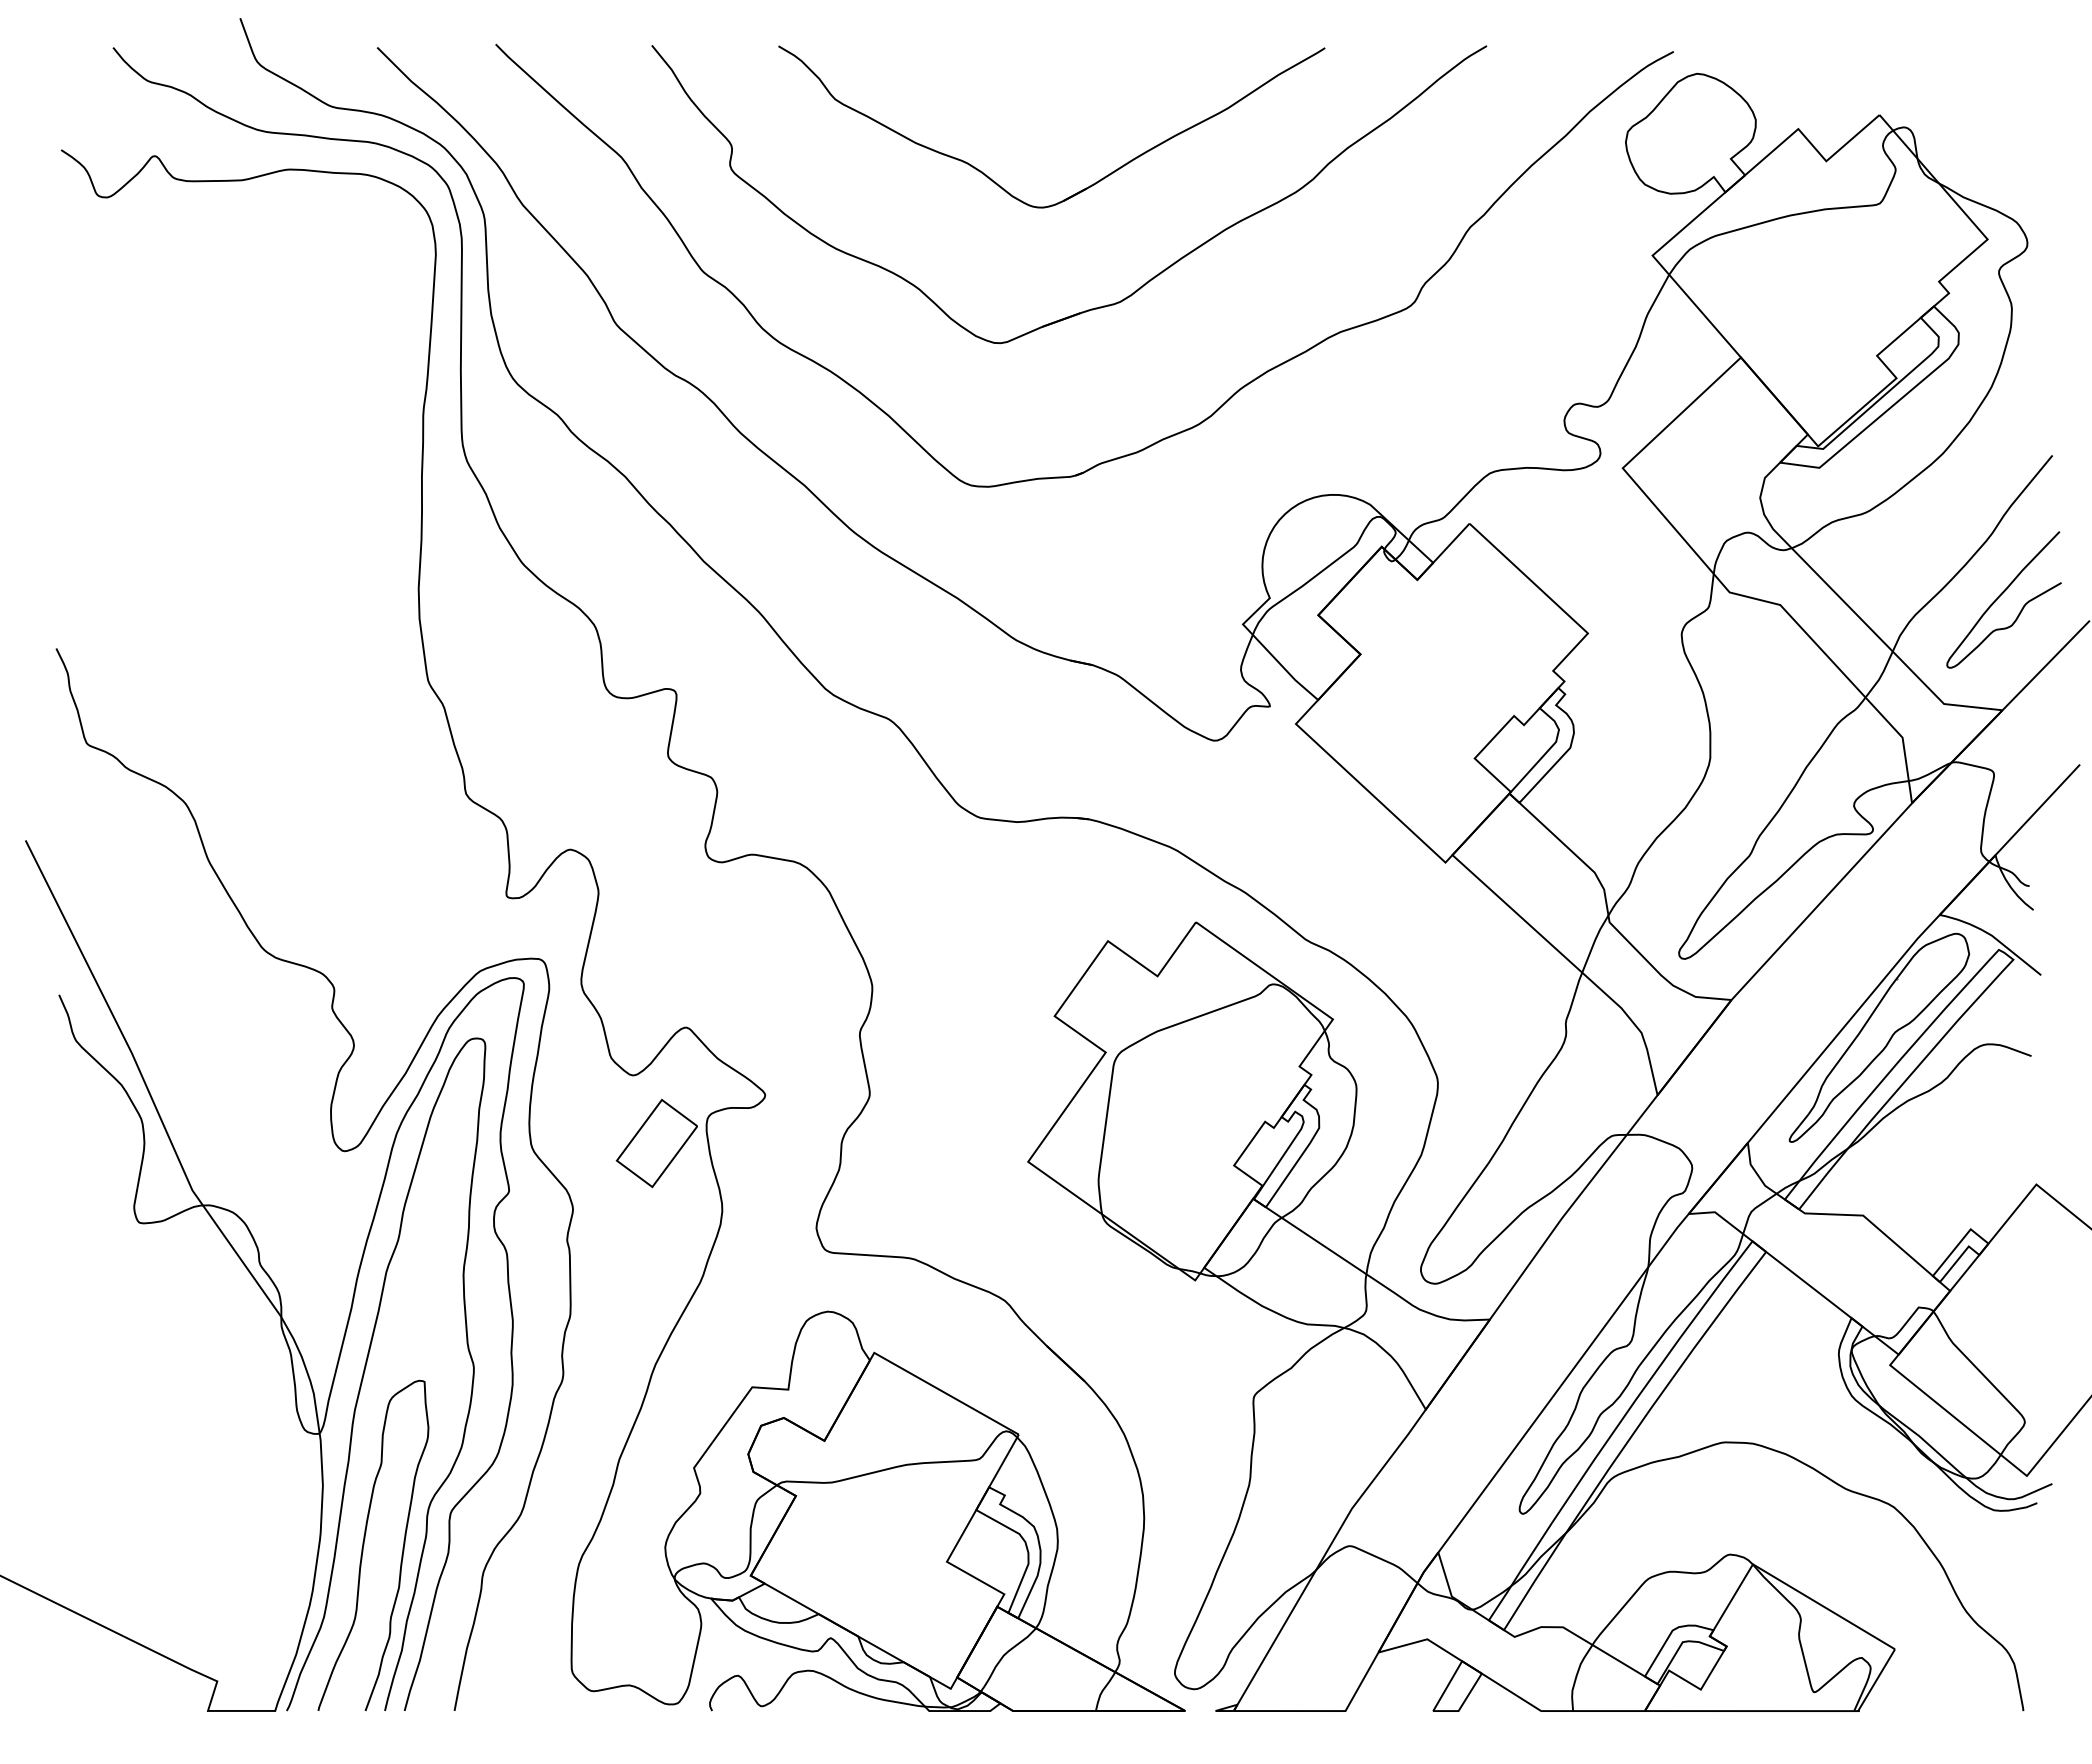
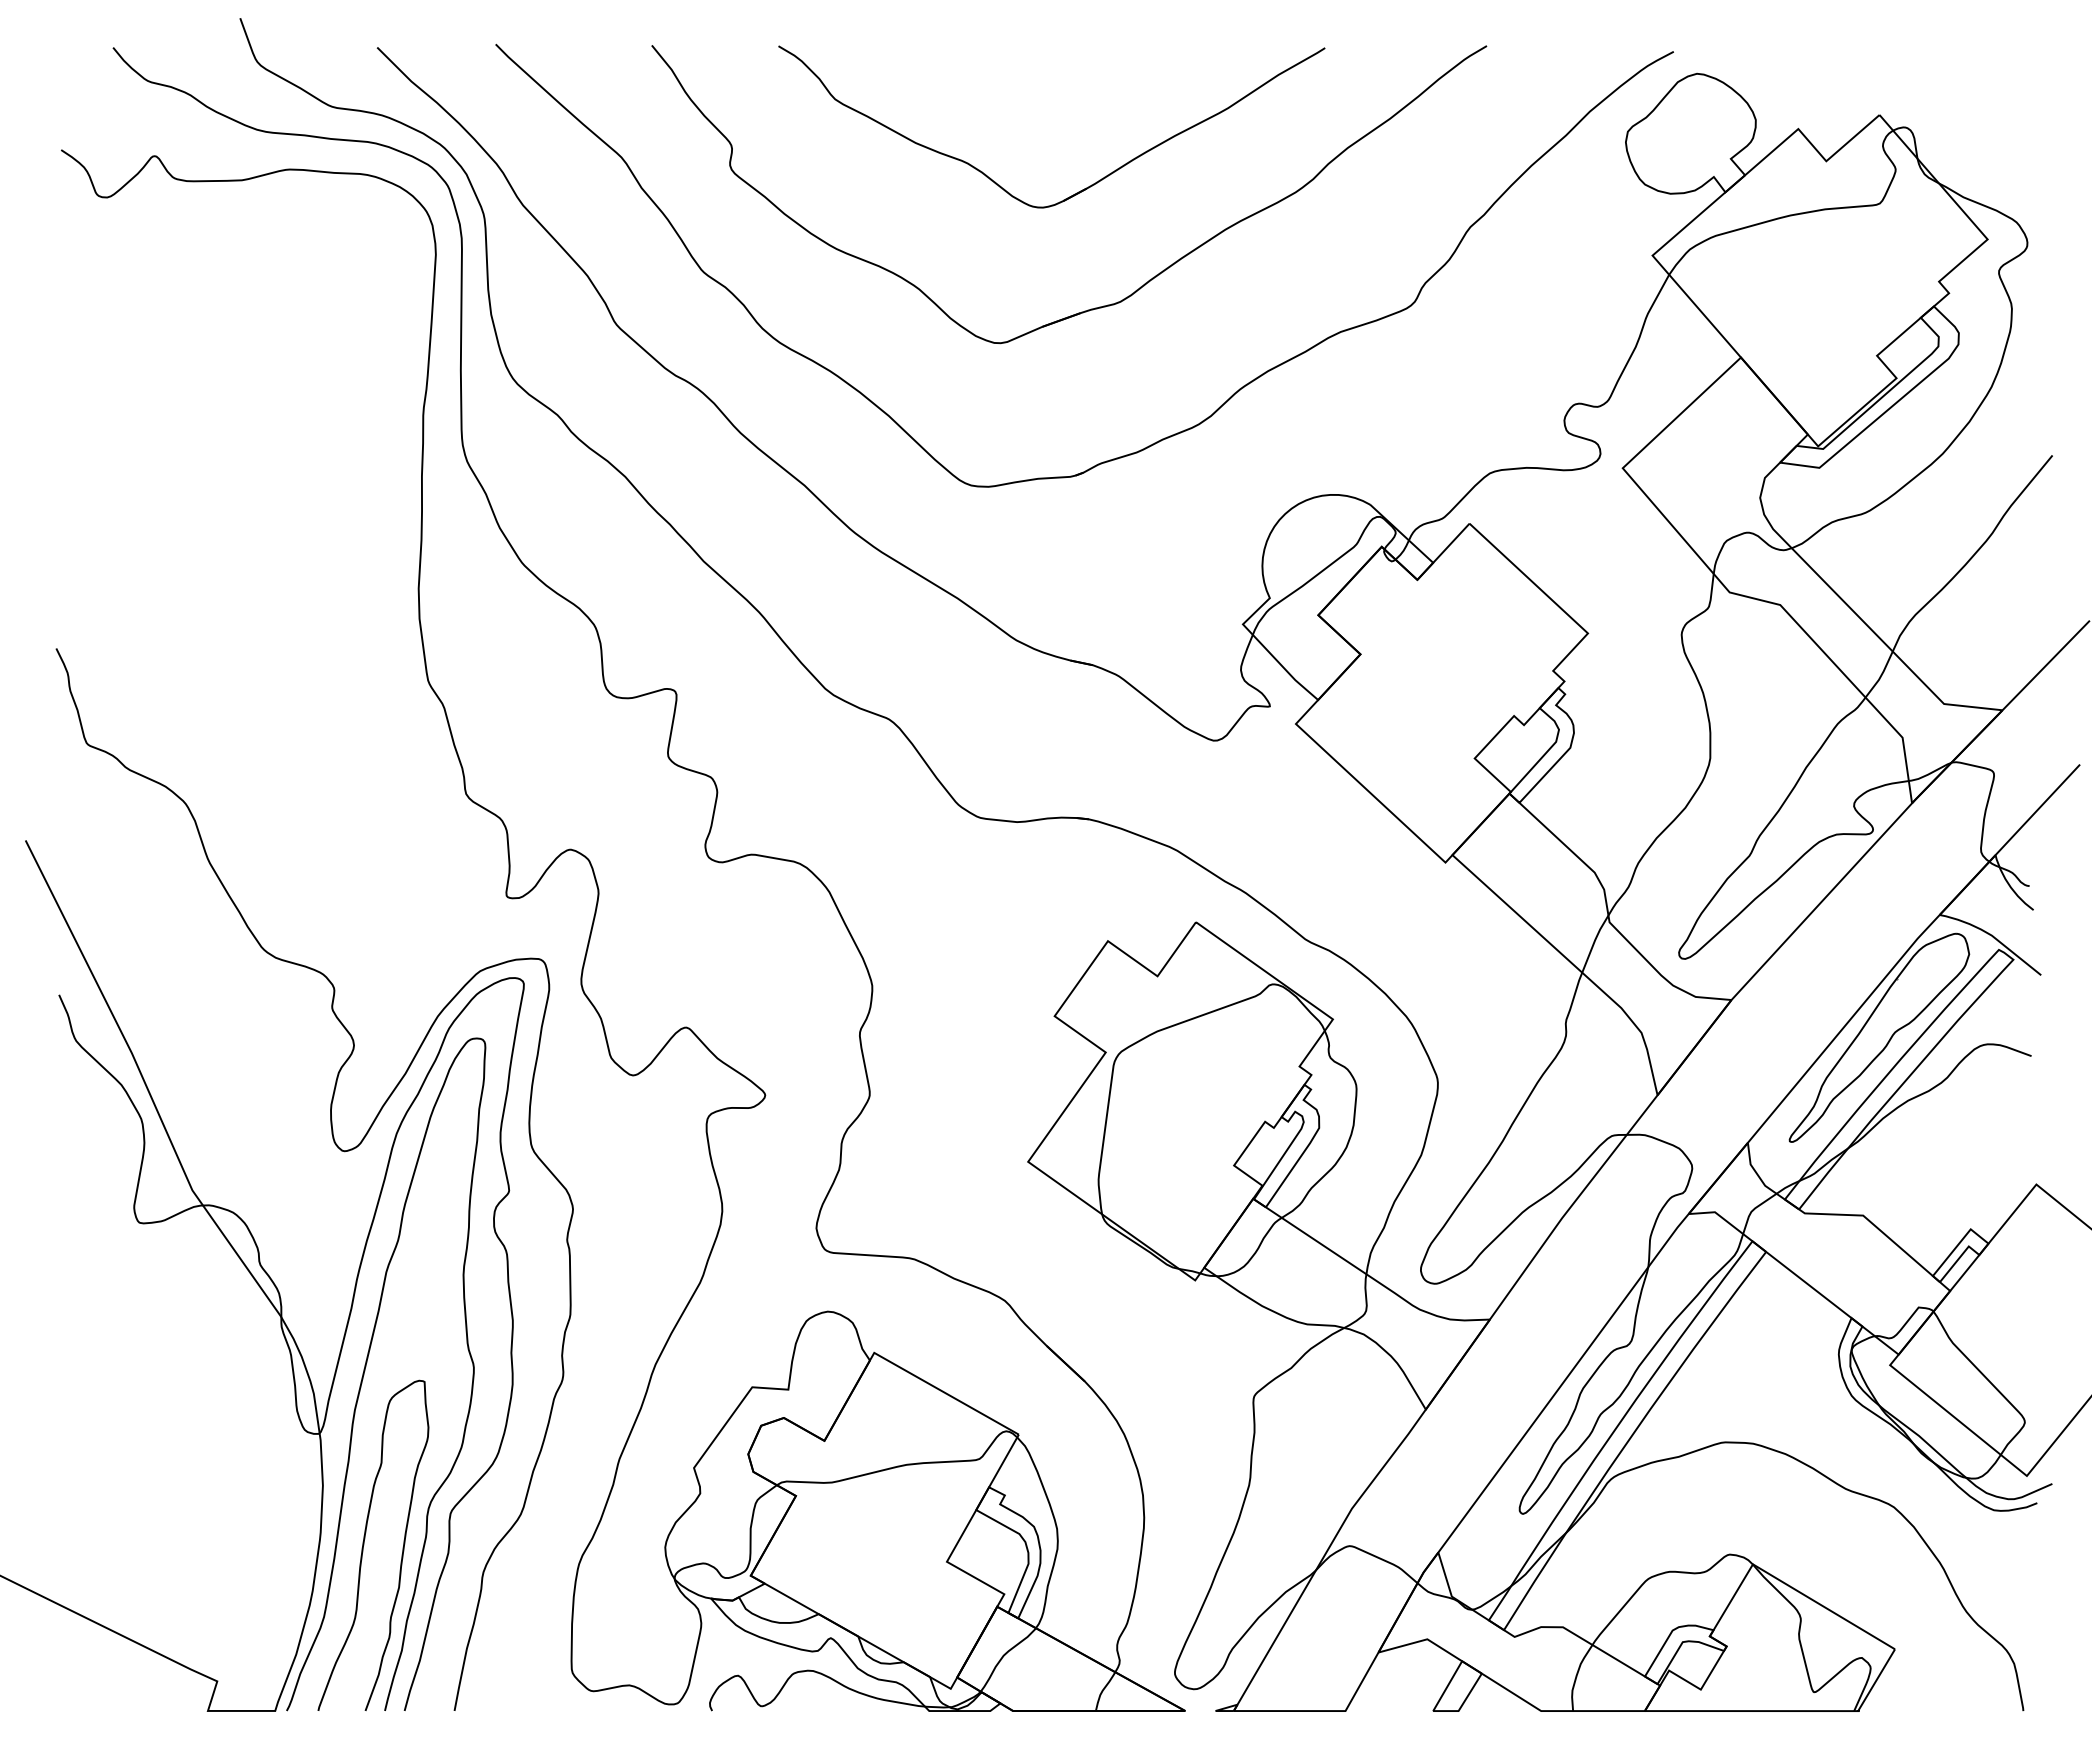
curve at (2000, 596): present -> none
part at (656, 1143): present -> none
